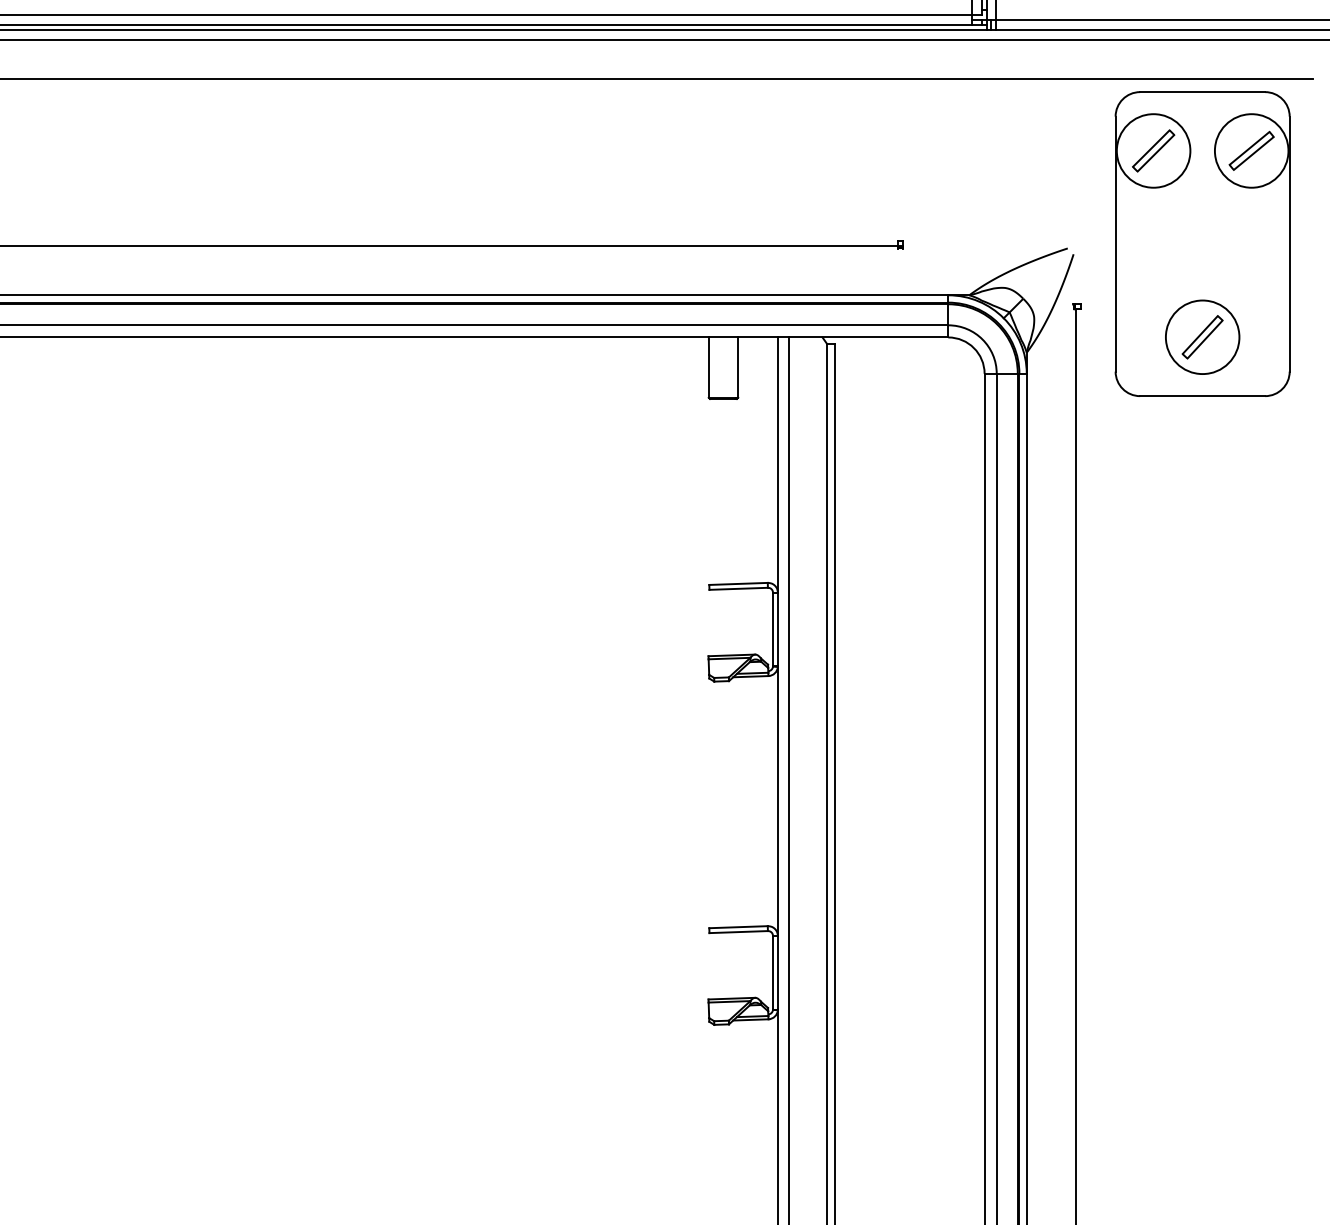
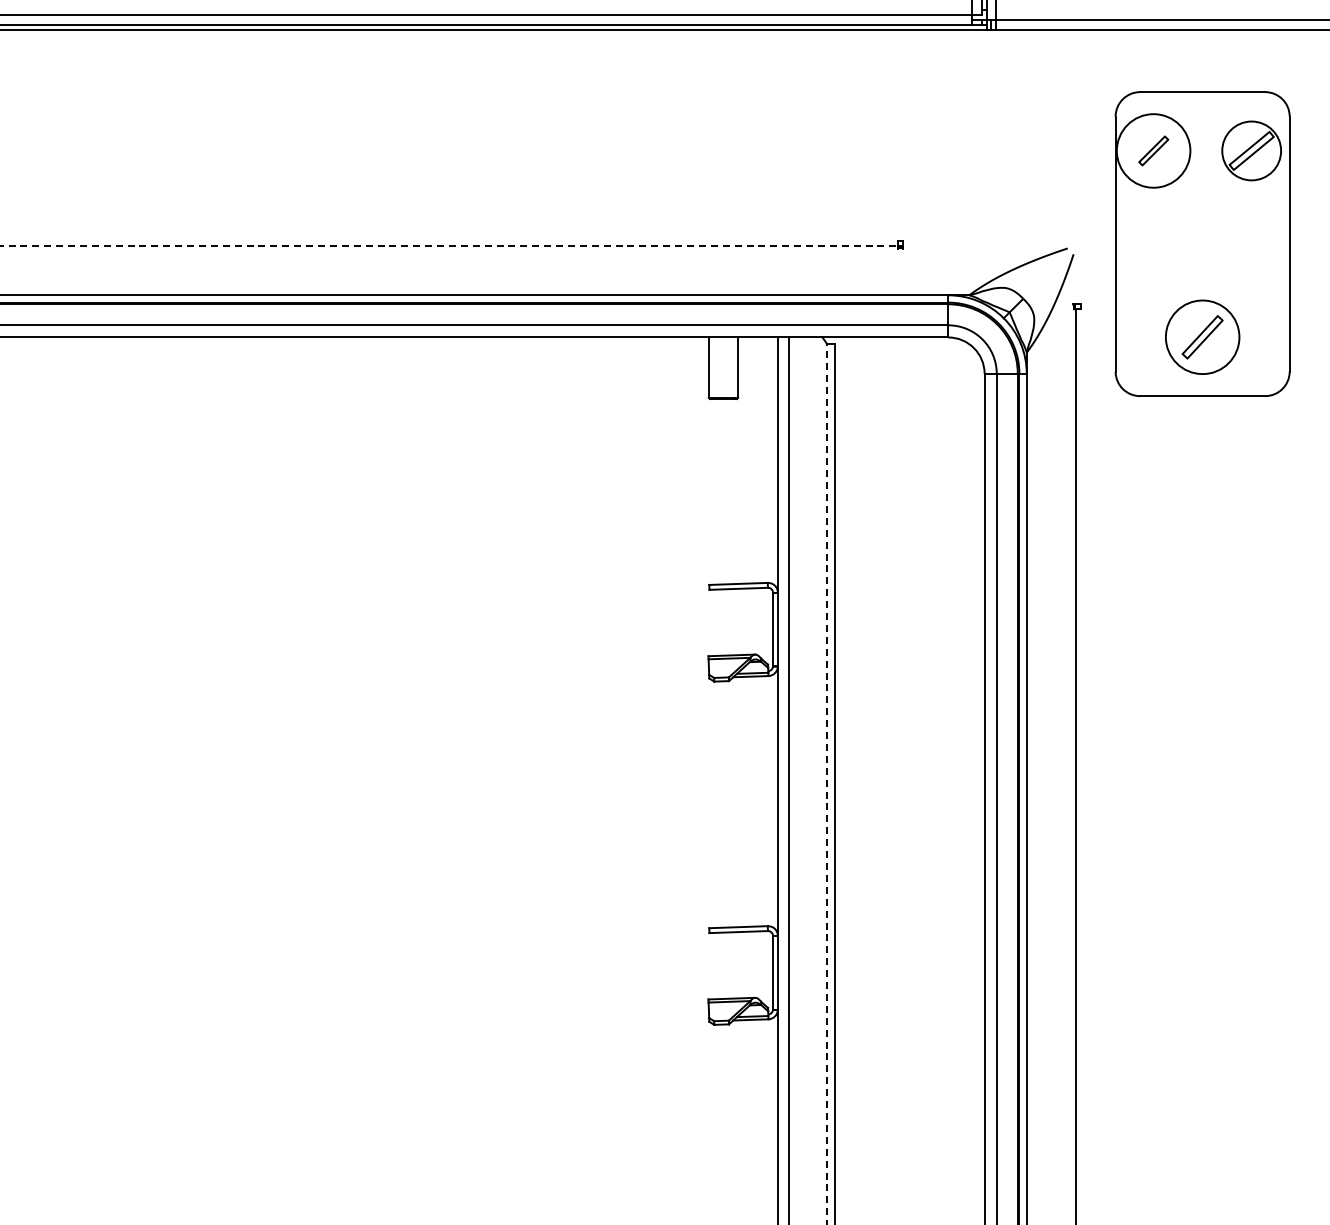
line at (664, 39): present -> none
line at (657, 79): present -> none
part at (1153, 150) size: 44x44 px -> 32x32 px
circle at (1251, 150) diameter: 74 px -> 59 px
line at (449, 245): solid -> dashed
line at (826, 783): solid -> dashed
